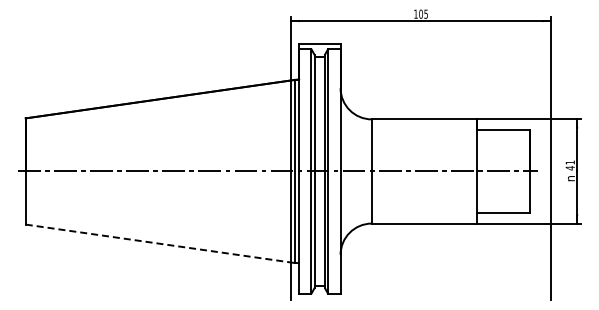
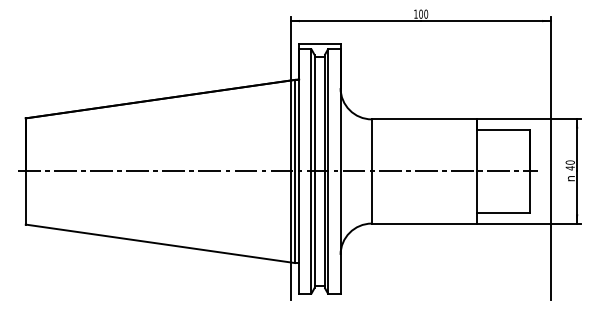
text at (426, 13): 105 -> 100
text at (569, 162): 41 -> 40
line at (160, 243): dashed -> solid
